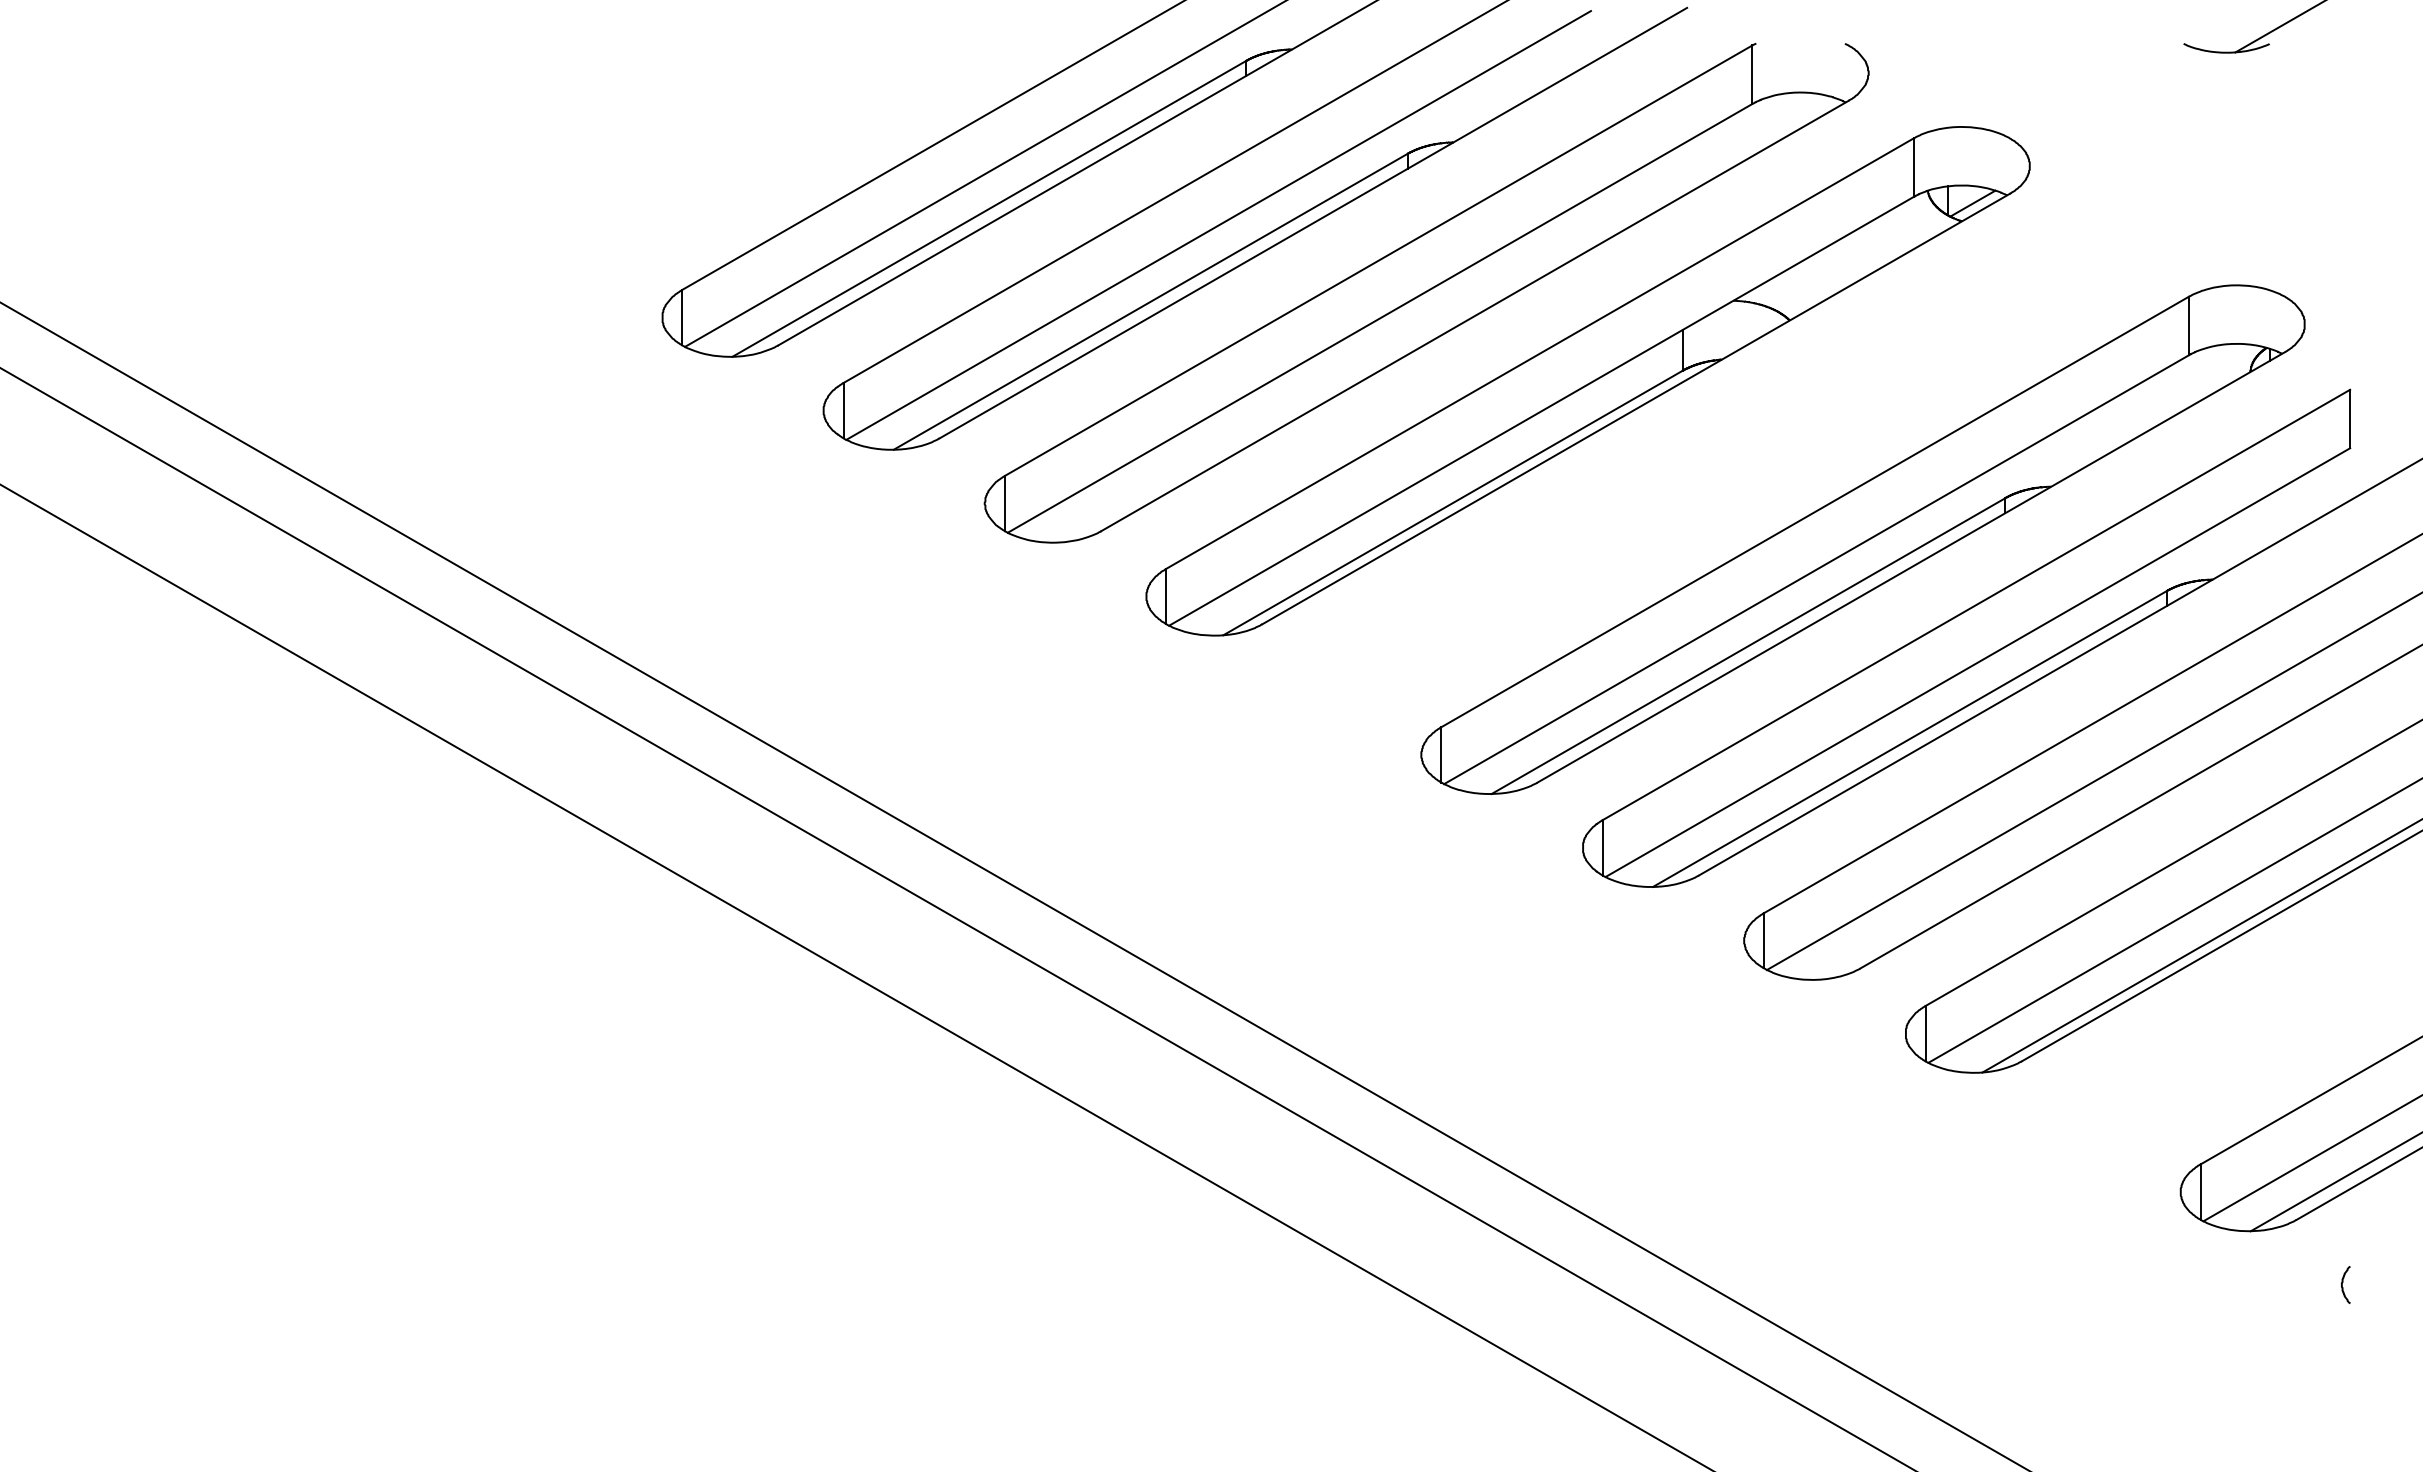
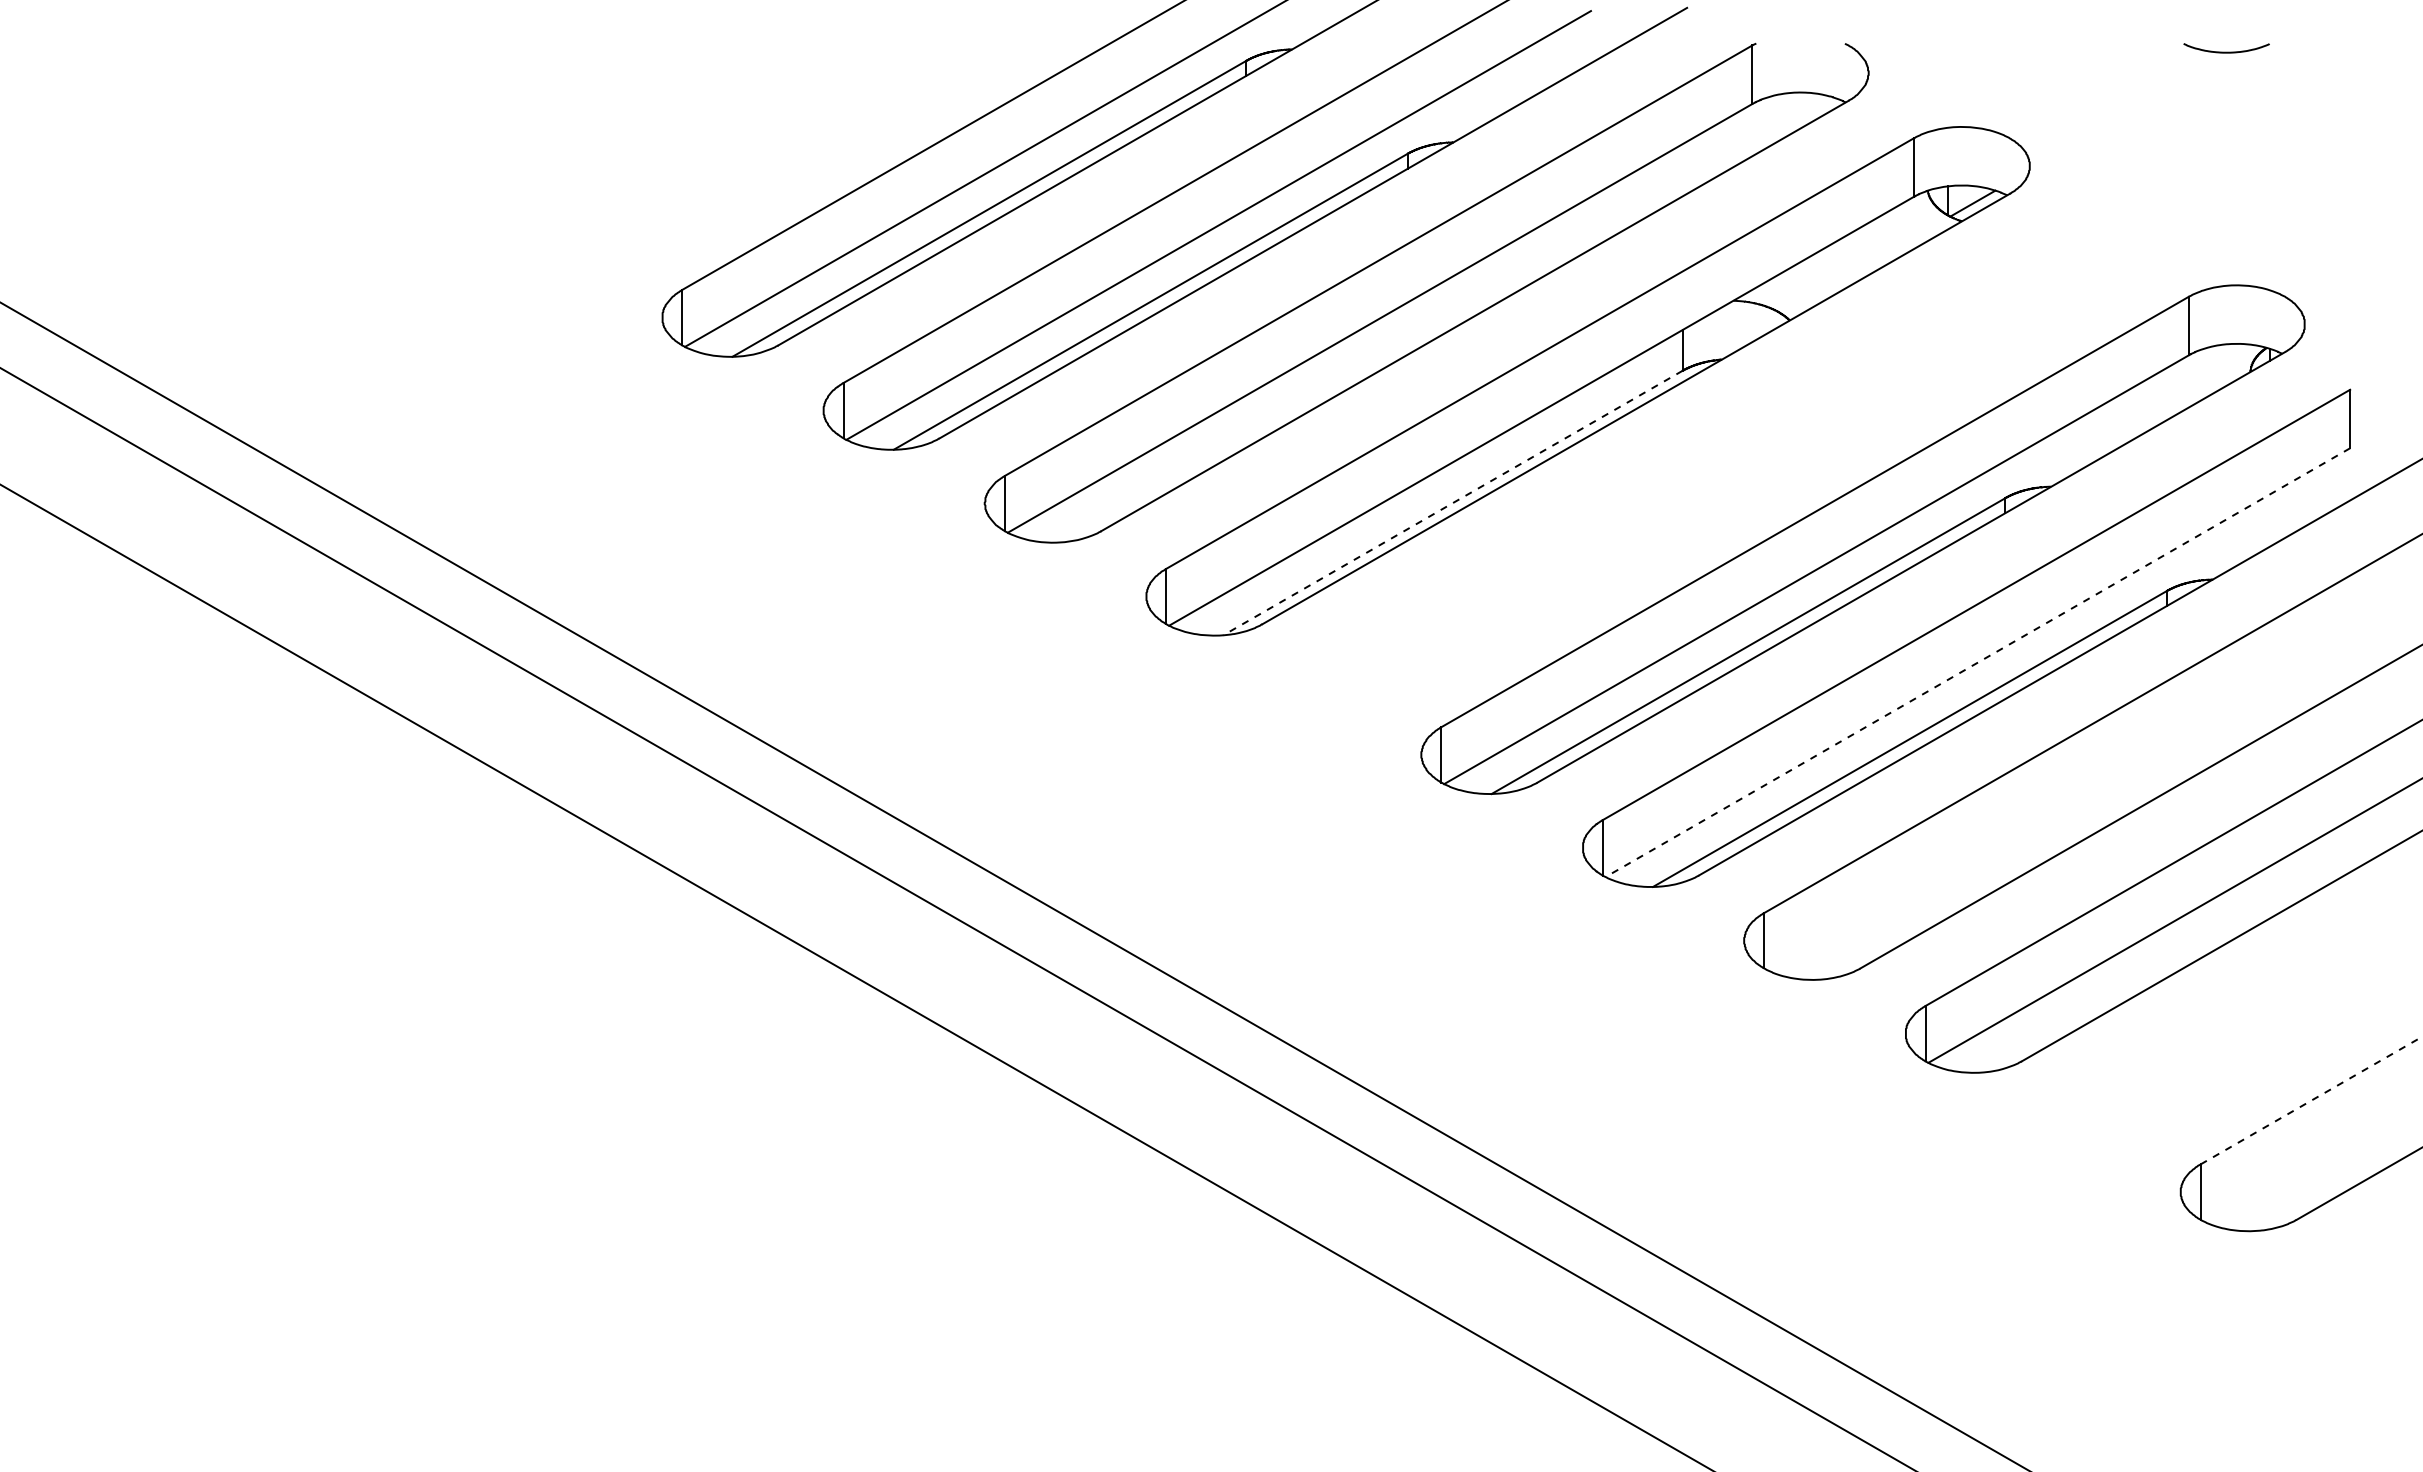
line at (2279, 27): present -> none
line at (1452, 503): solid -> dashed
line at (1977, 662): solid -> dashed
line at (2093, 781): present -> none
line at (2200, 946): present -> none
line at (2311, 1100): solid -> dashed
line at (2311, 1159): present -> none
line at (2334, 1182): present -> none
curve at (2343, 1282): present -> none
